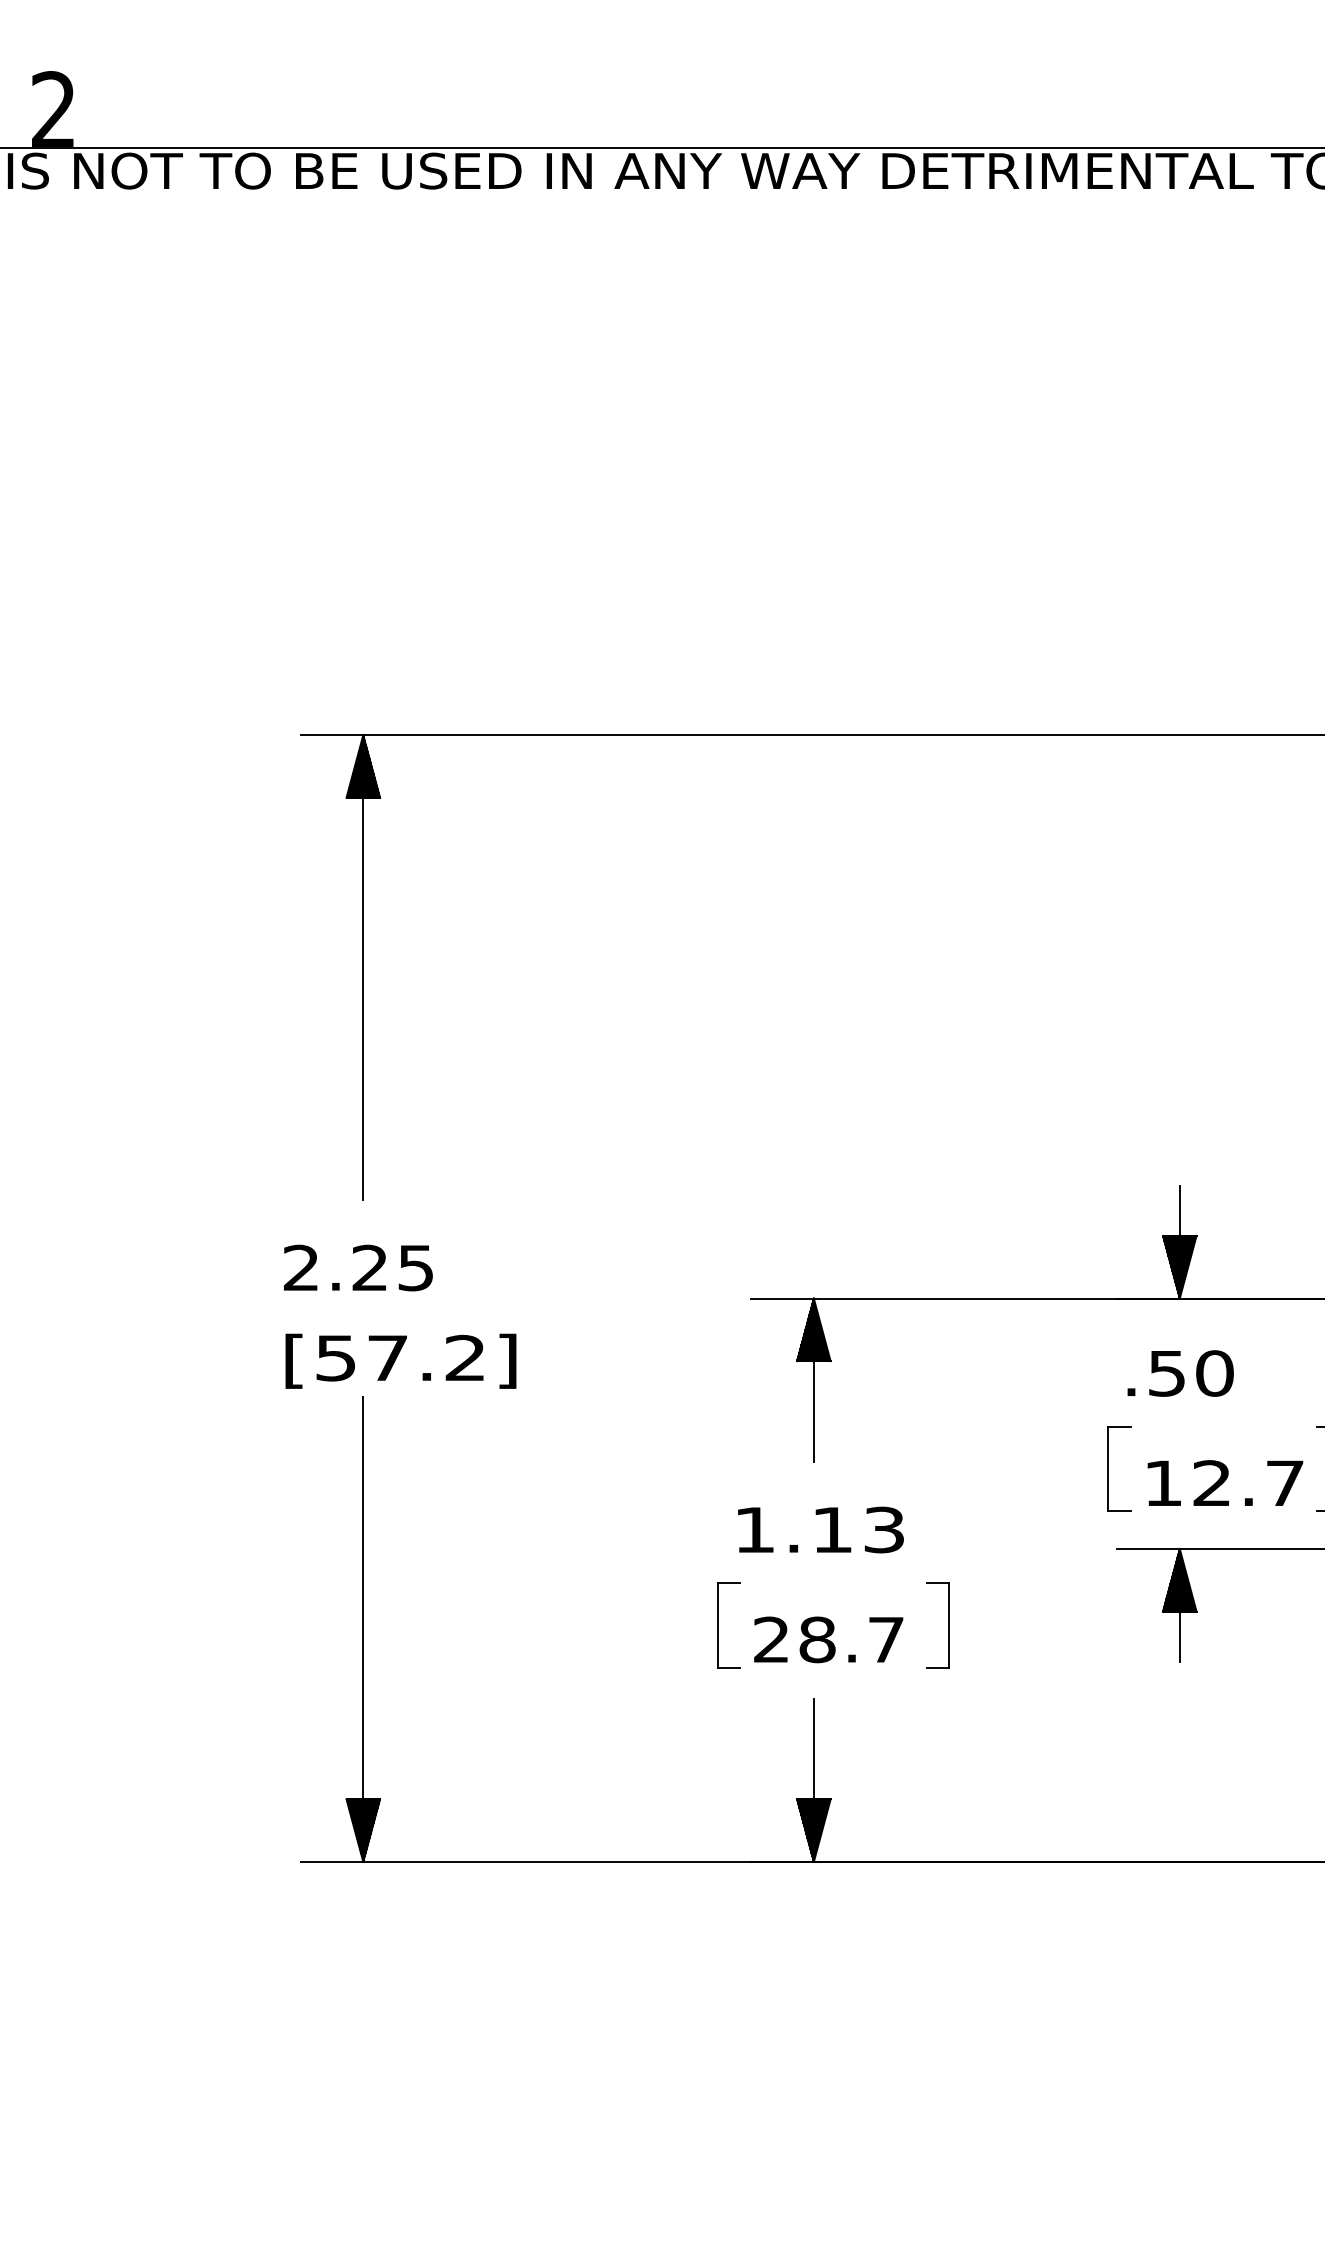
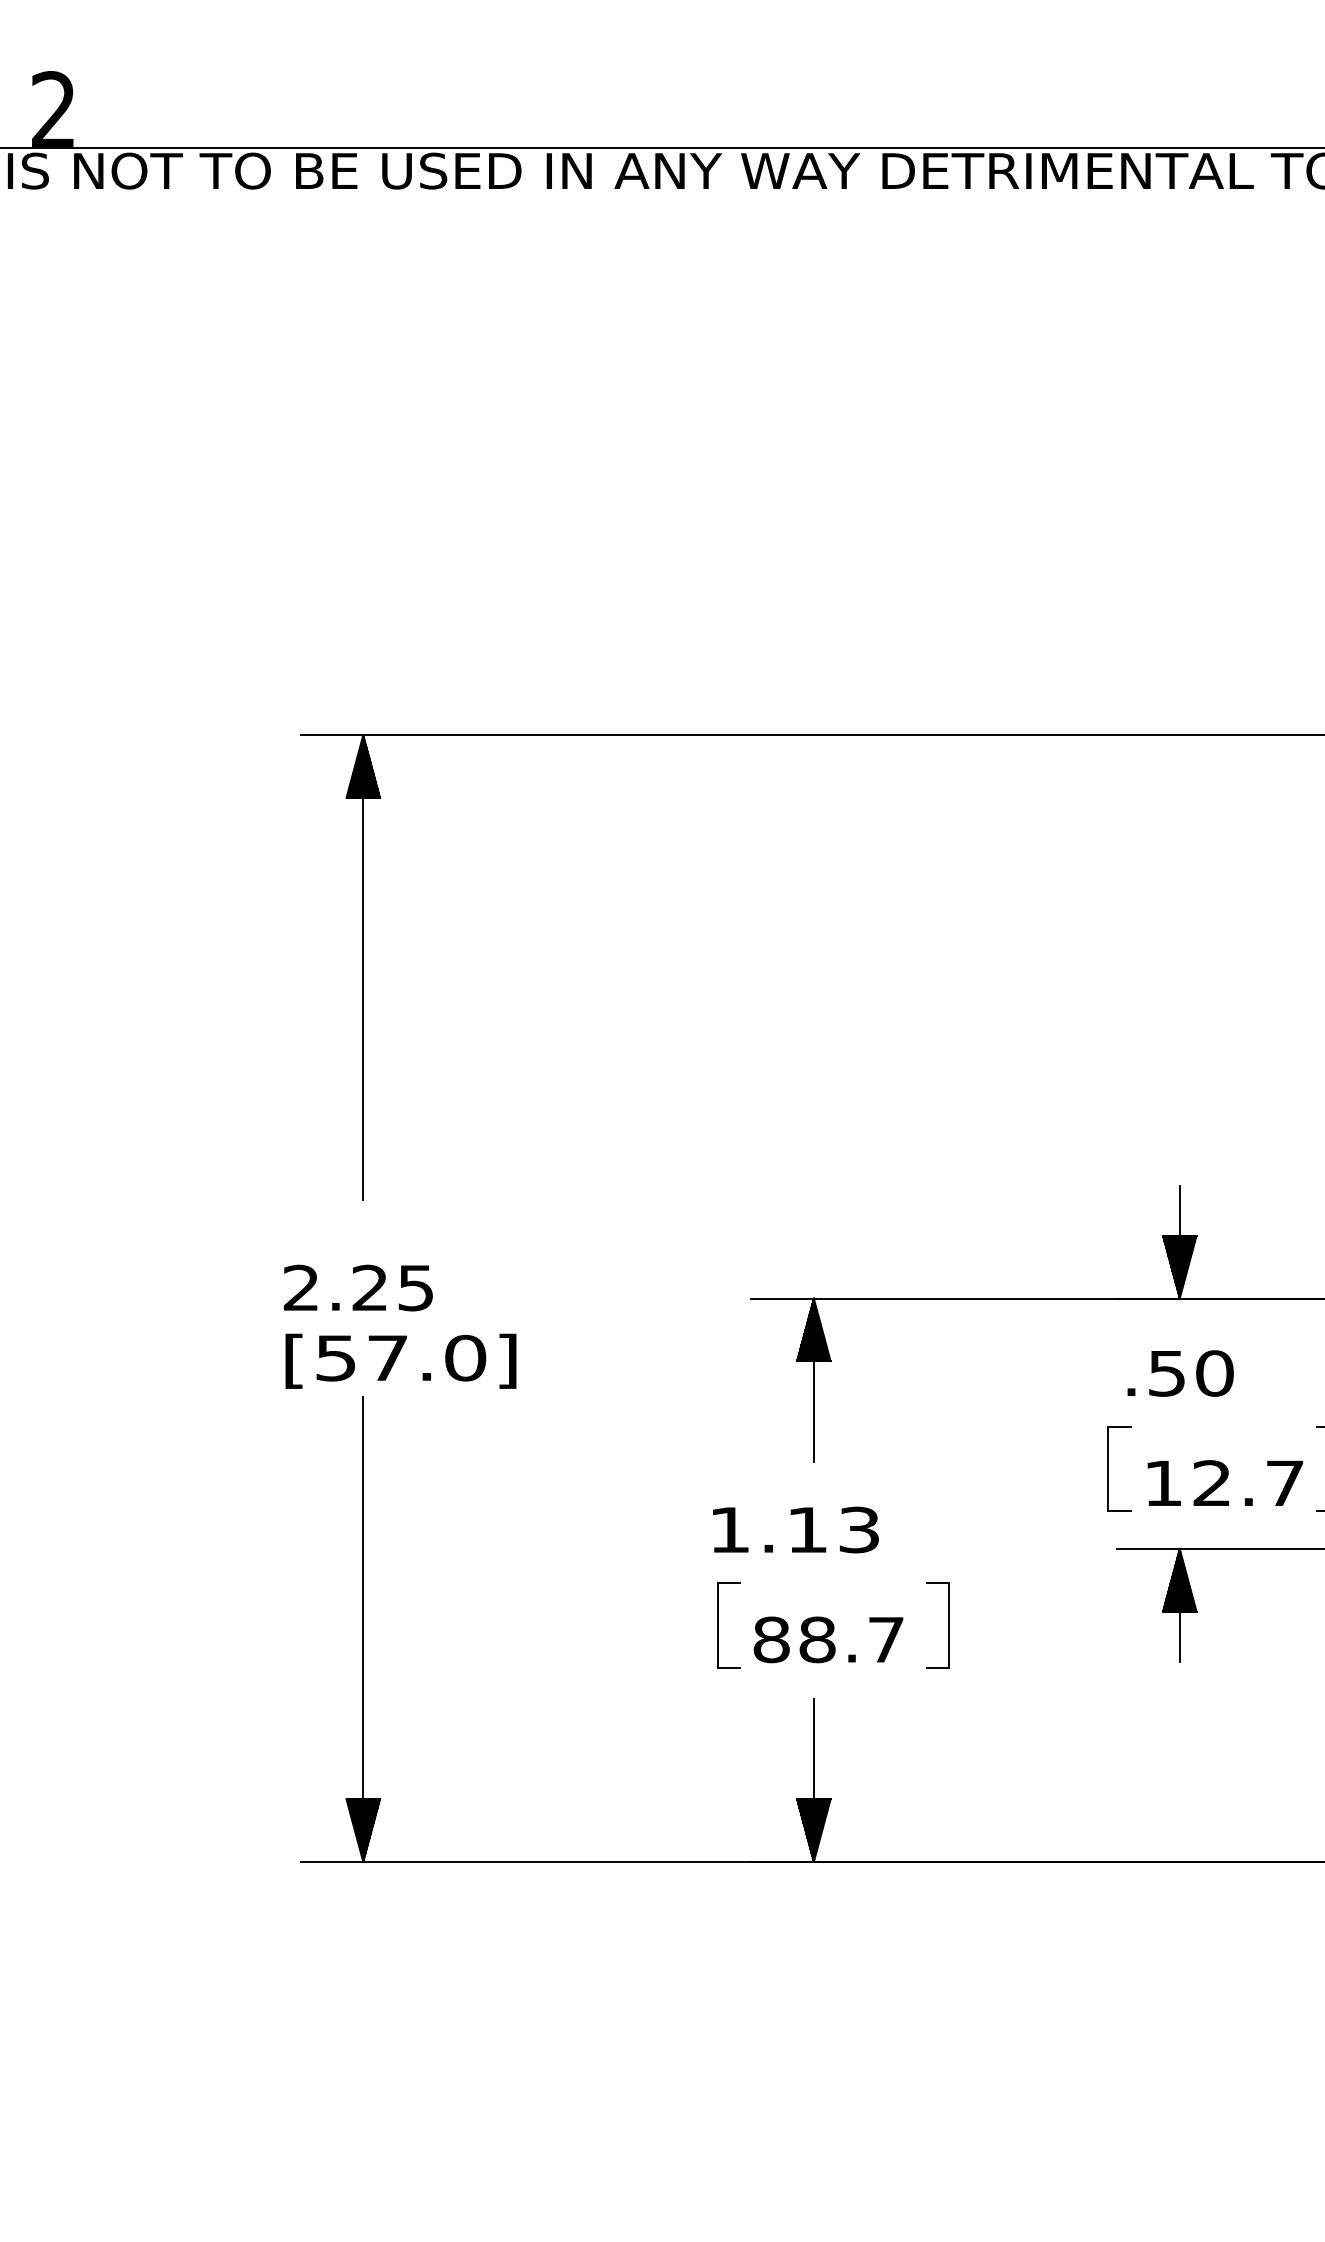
text at (358, 1267) position: (358, 1267) -> (358, 1287)
text at (465, 1357): [57.2] -> [57.0]
text at (820, 1529) position: (820, 1529) -> (795, 1529)
text at (771, 1639): 28.7 -> 88.7
